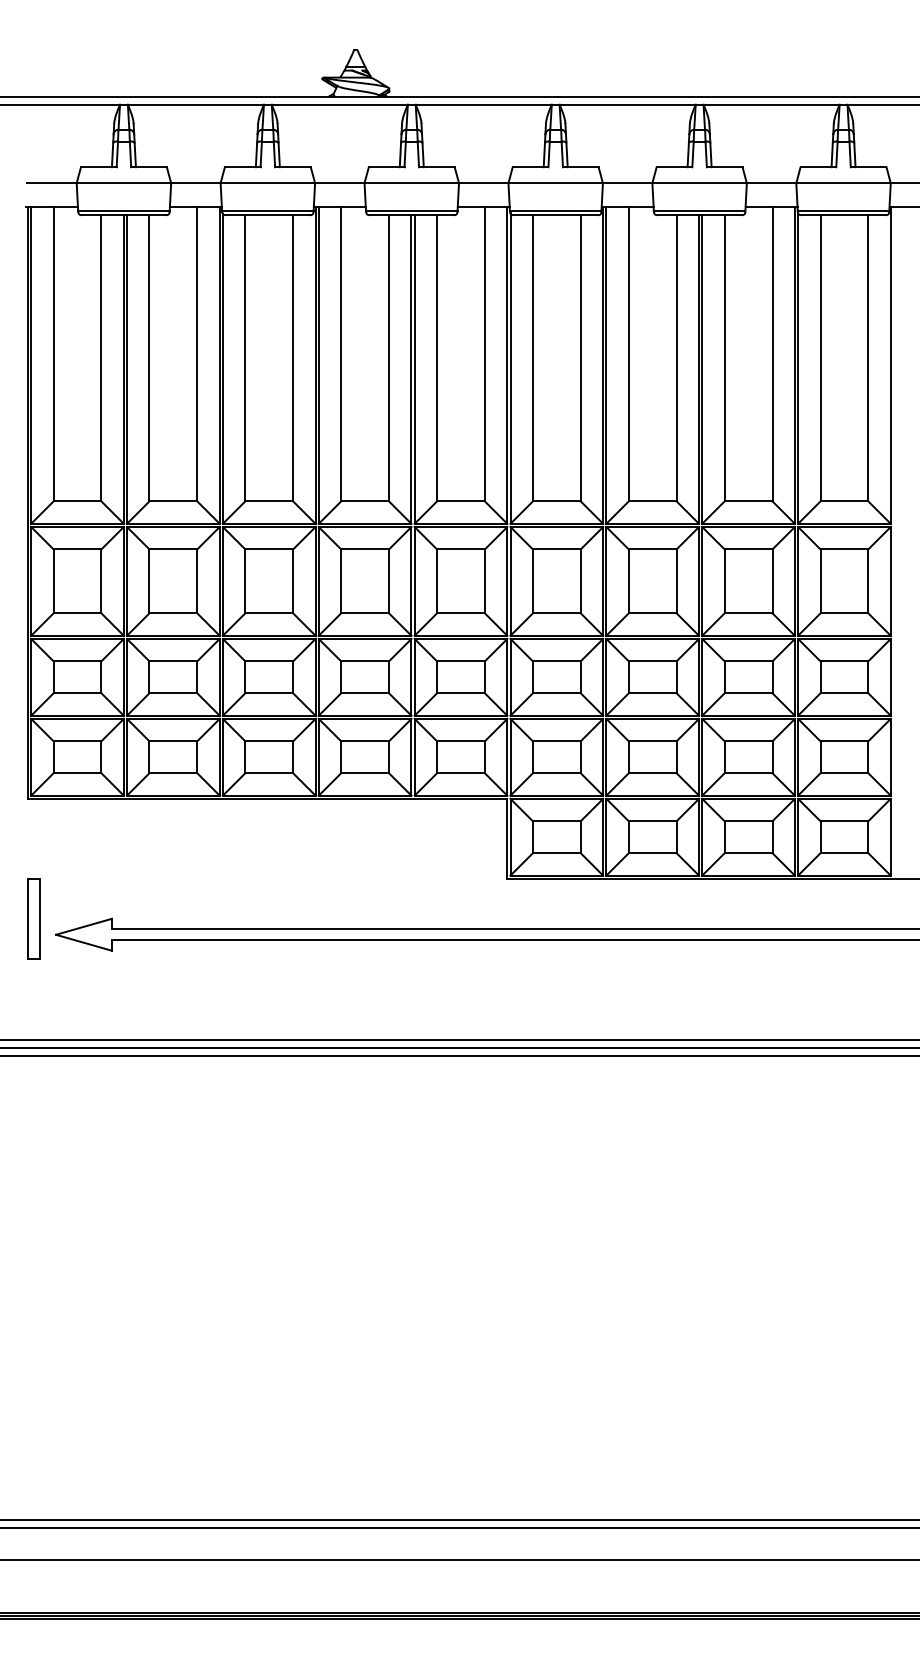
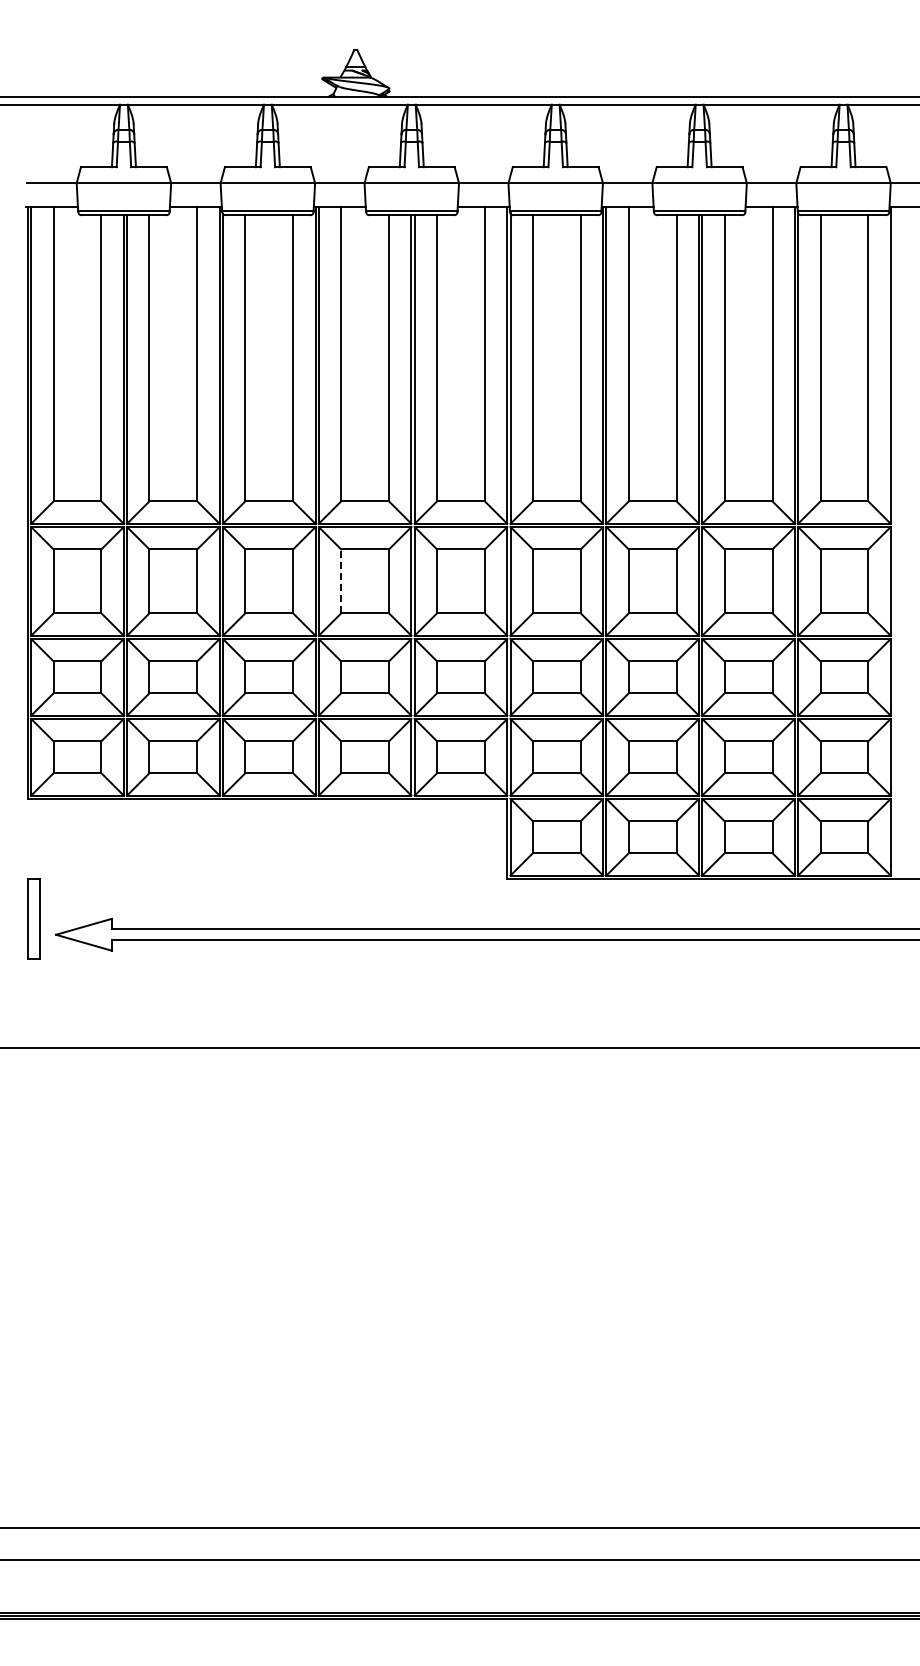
line at (341, 581): solid -> dashed
line at (459, 1040): present -> none
line at (459, 1056): present -> none
line at (459, 1520): present -> none
